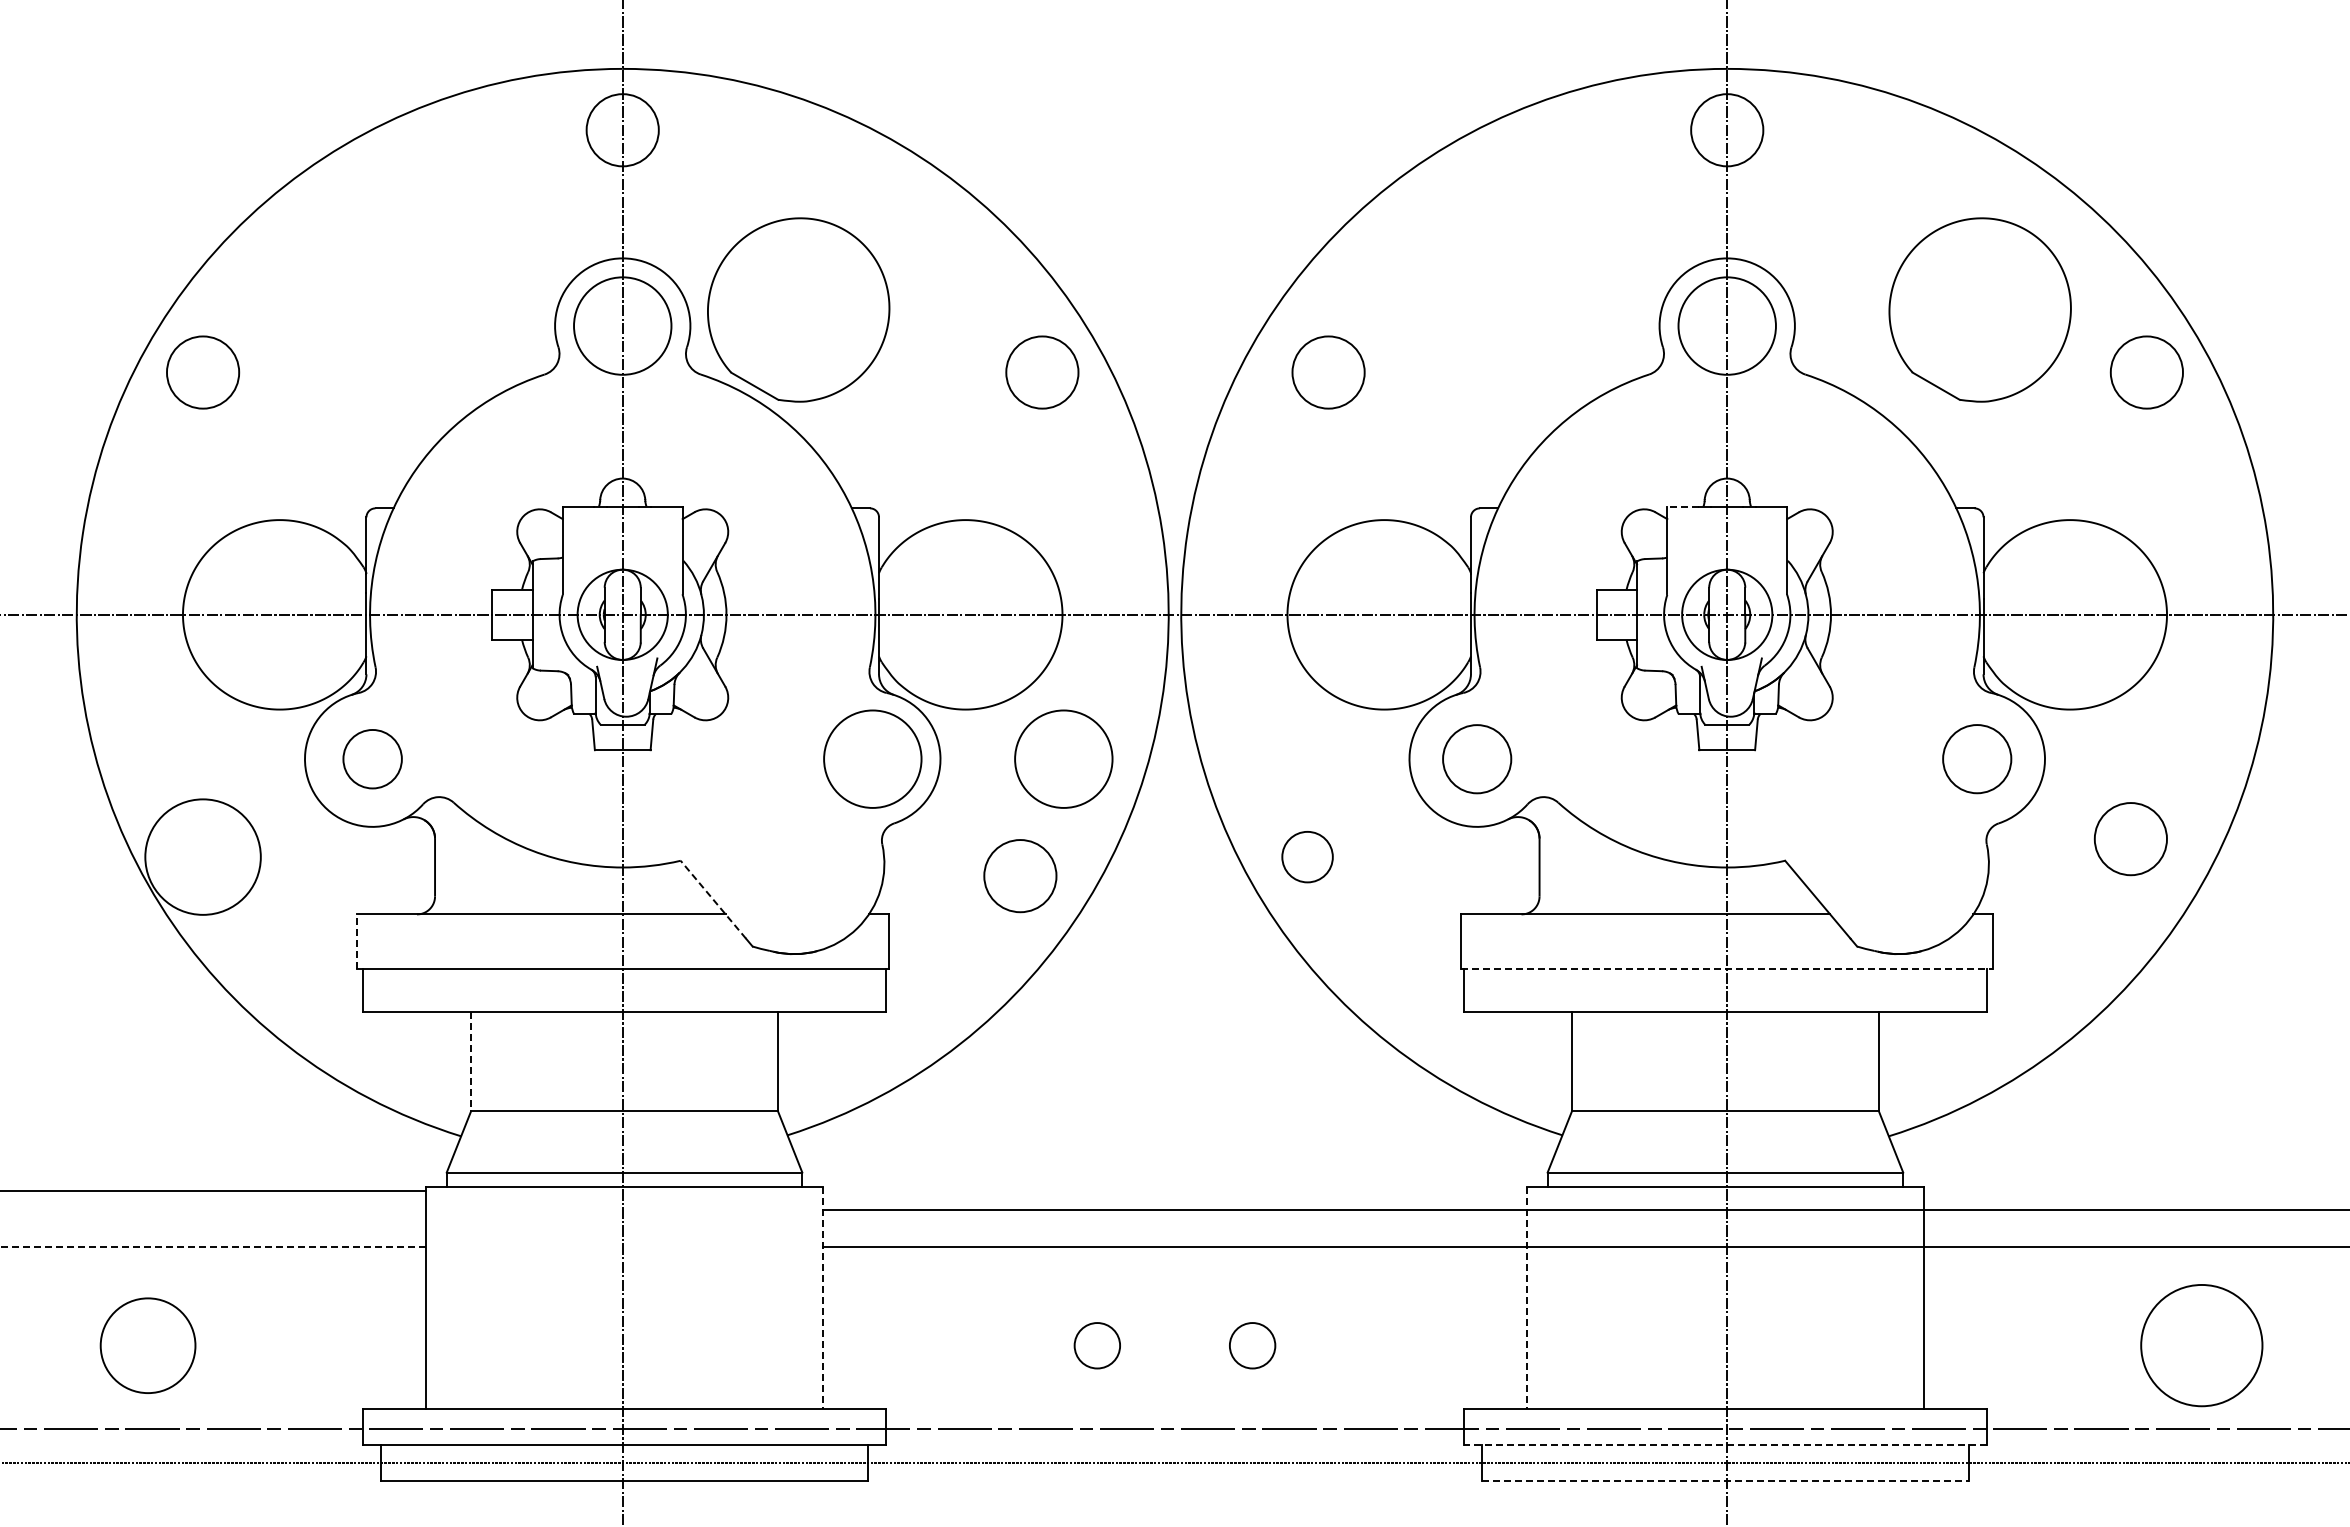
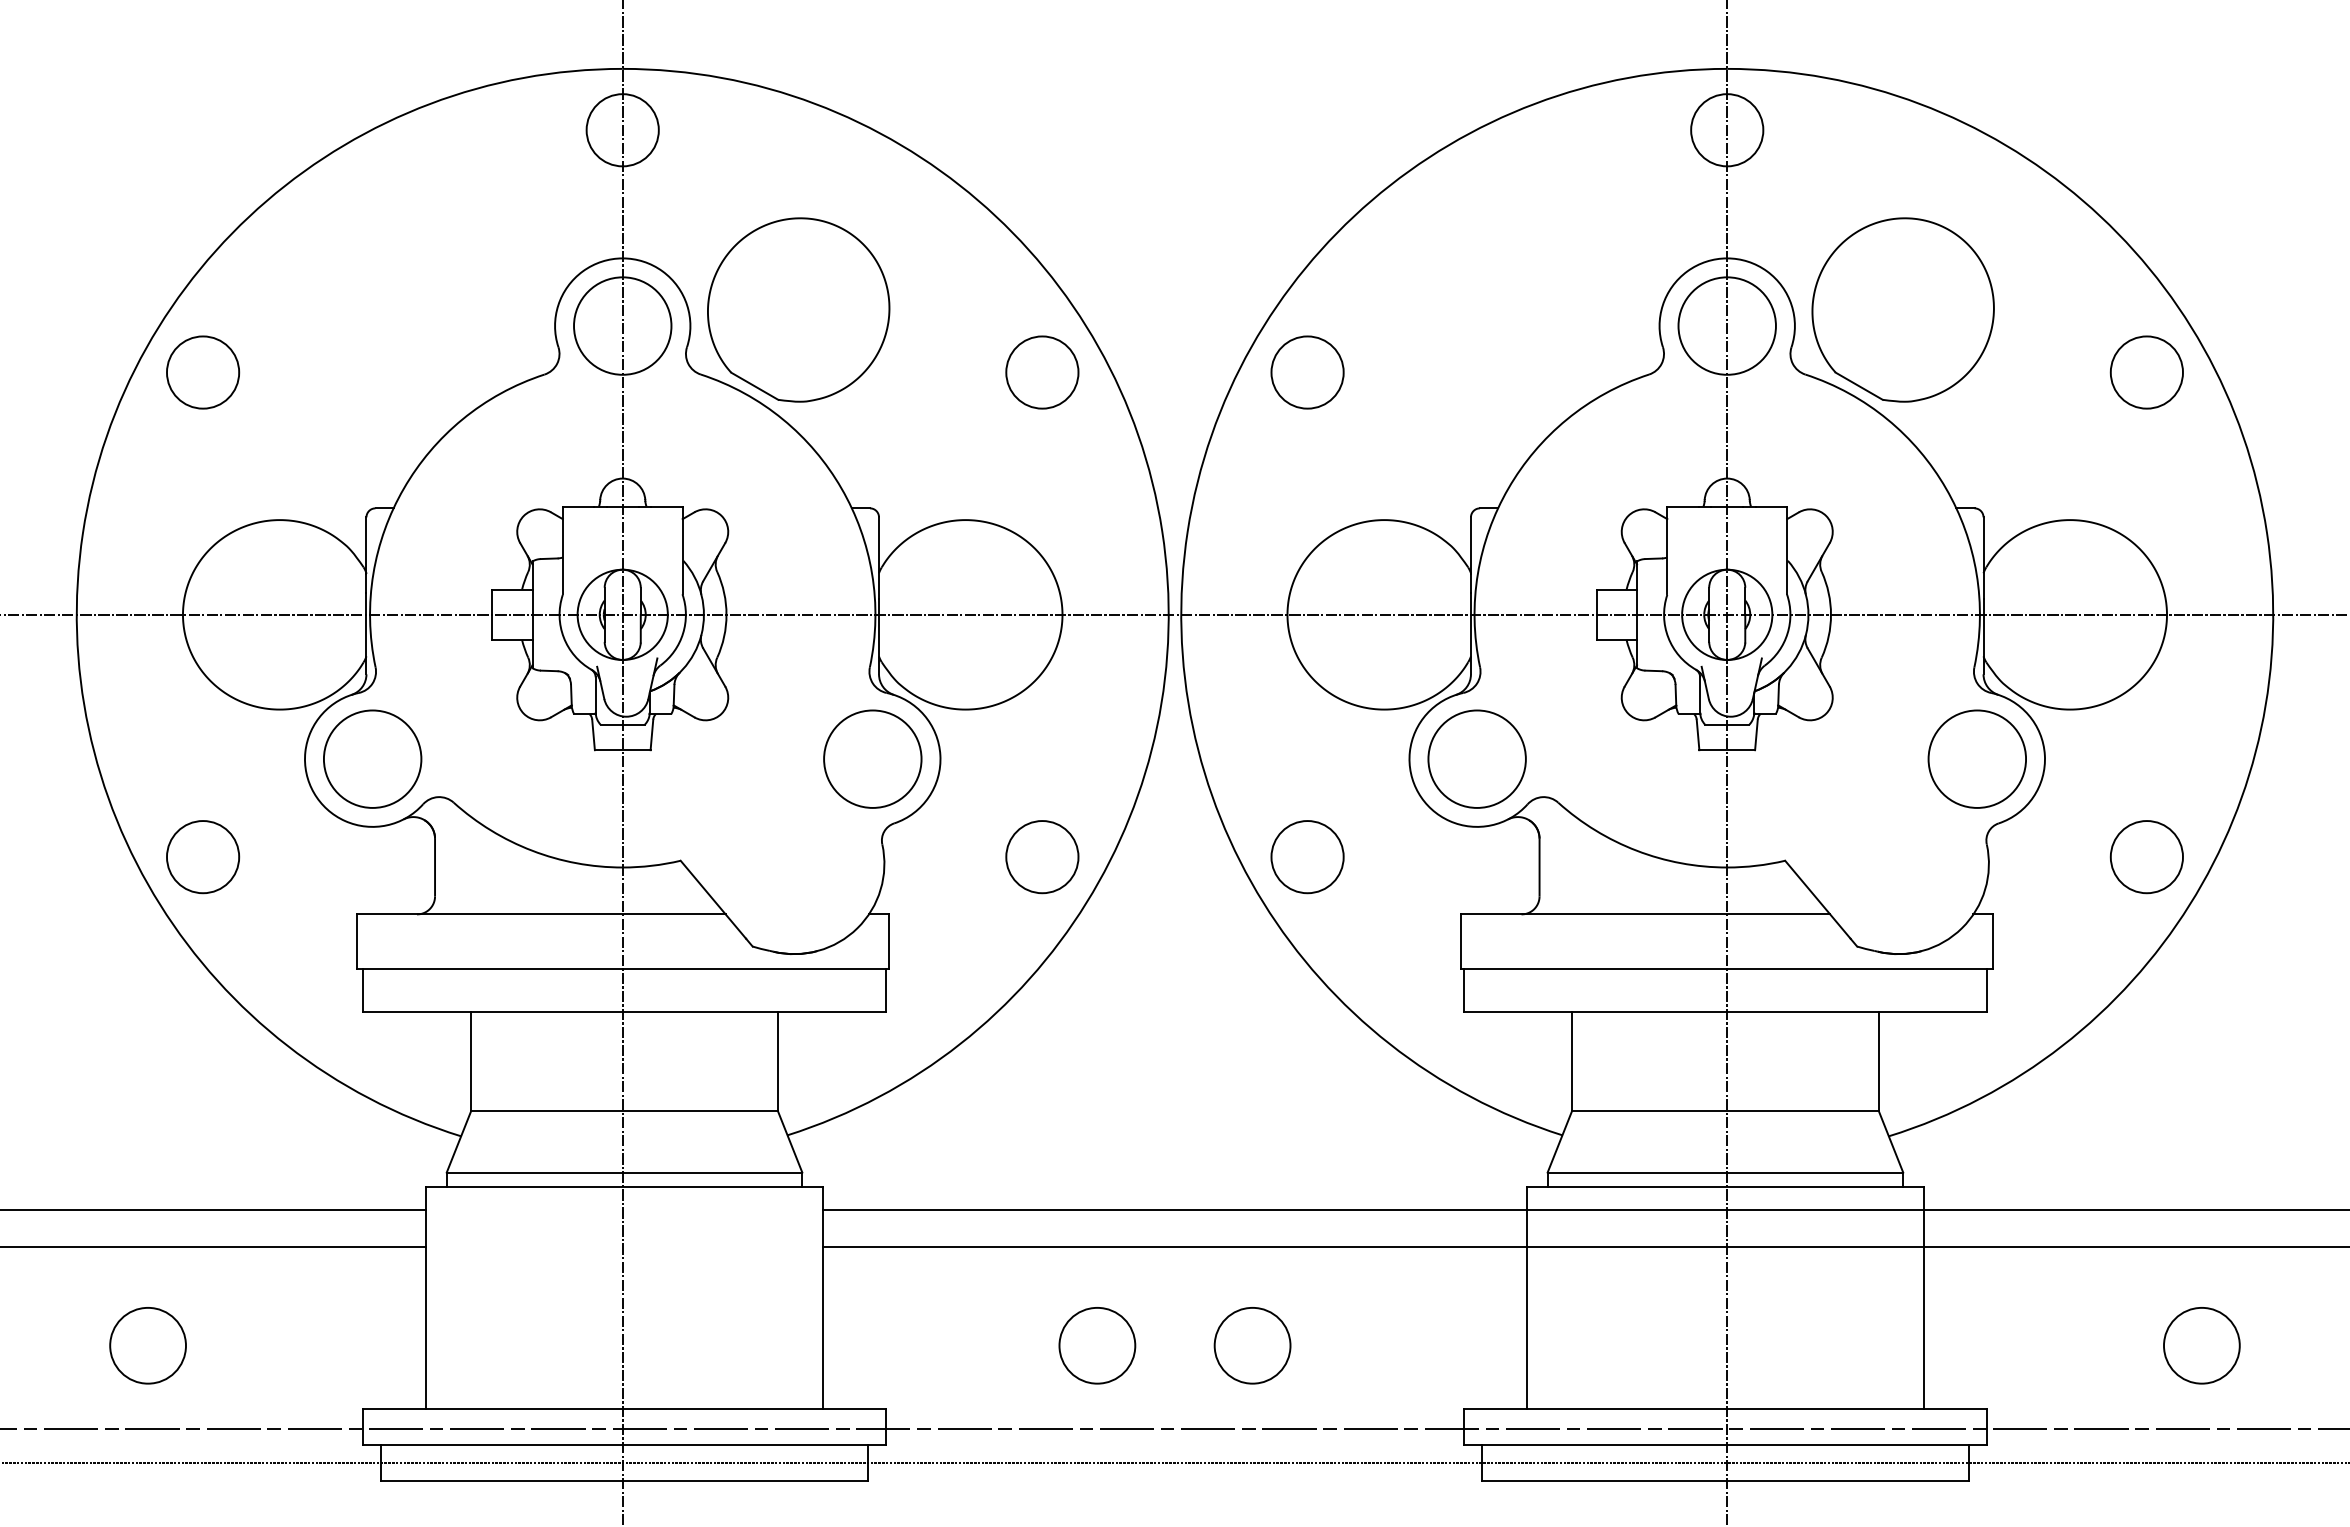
part at (1979, 309) position: (1979, 309) -> (1902, 309)
circle at (1328, 372) position: (1328, 372) -> (1307, 372)
line at (1682, 506): dashed -> solid
circle at (372, 758) diameter: 58 px -> 97 px
circle at (1063, 758): present -> none
circle at (1477, 759) diameter: 68 px -> 97 px
circle at (1977, 759) size: 71x71 px -> 100x100 px
circle at (2130, 839) position: (2130, 839) -> (2146, 857)
circle at (202, 856) diameter: 116 px -> 72 px
circle at (1307, 856) diameter: 51 px -> 72 px
circle at (1020, 876) position: (1020, 876) -> (1042, 857)
line at (713, 899): dashed -> solid
line at (356, 941): dashed -> solid
line at (1727, 968): dashed -> solid
line at (471, 1061): dashed -> solid
line at (214, 1191) position: (214, 1191) -> (214, 1210)
line at (213, 1246): dashed -> solid
line at (823, 1297): dashed -> solid
line at (1526, 1297): dashed -> solid
circle at (147, 1345) diameter: 95 px -> 76 px
circle at (1097, 1345) diameter: 45 px -> 76 px
circle at (1252, 1345) diameter: 45 px -> 76 px
circle at (2201, 1345) size: 124x124 px -> 78x78 px
line at (1725, 1445): dashed -> solid
line at (1725, 1481): dashed -> solid
